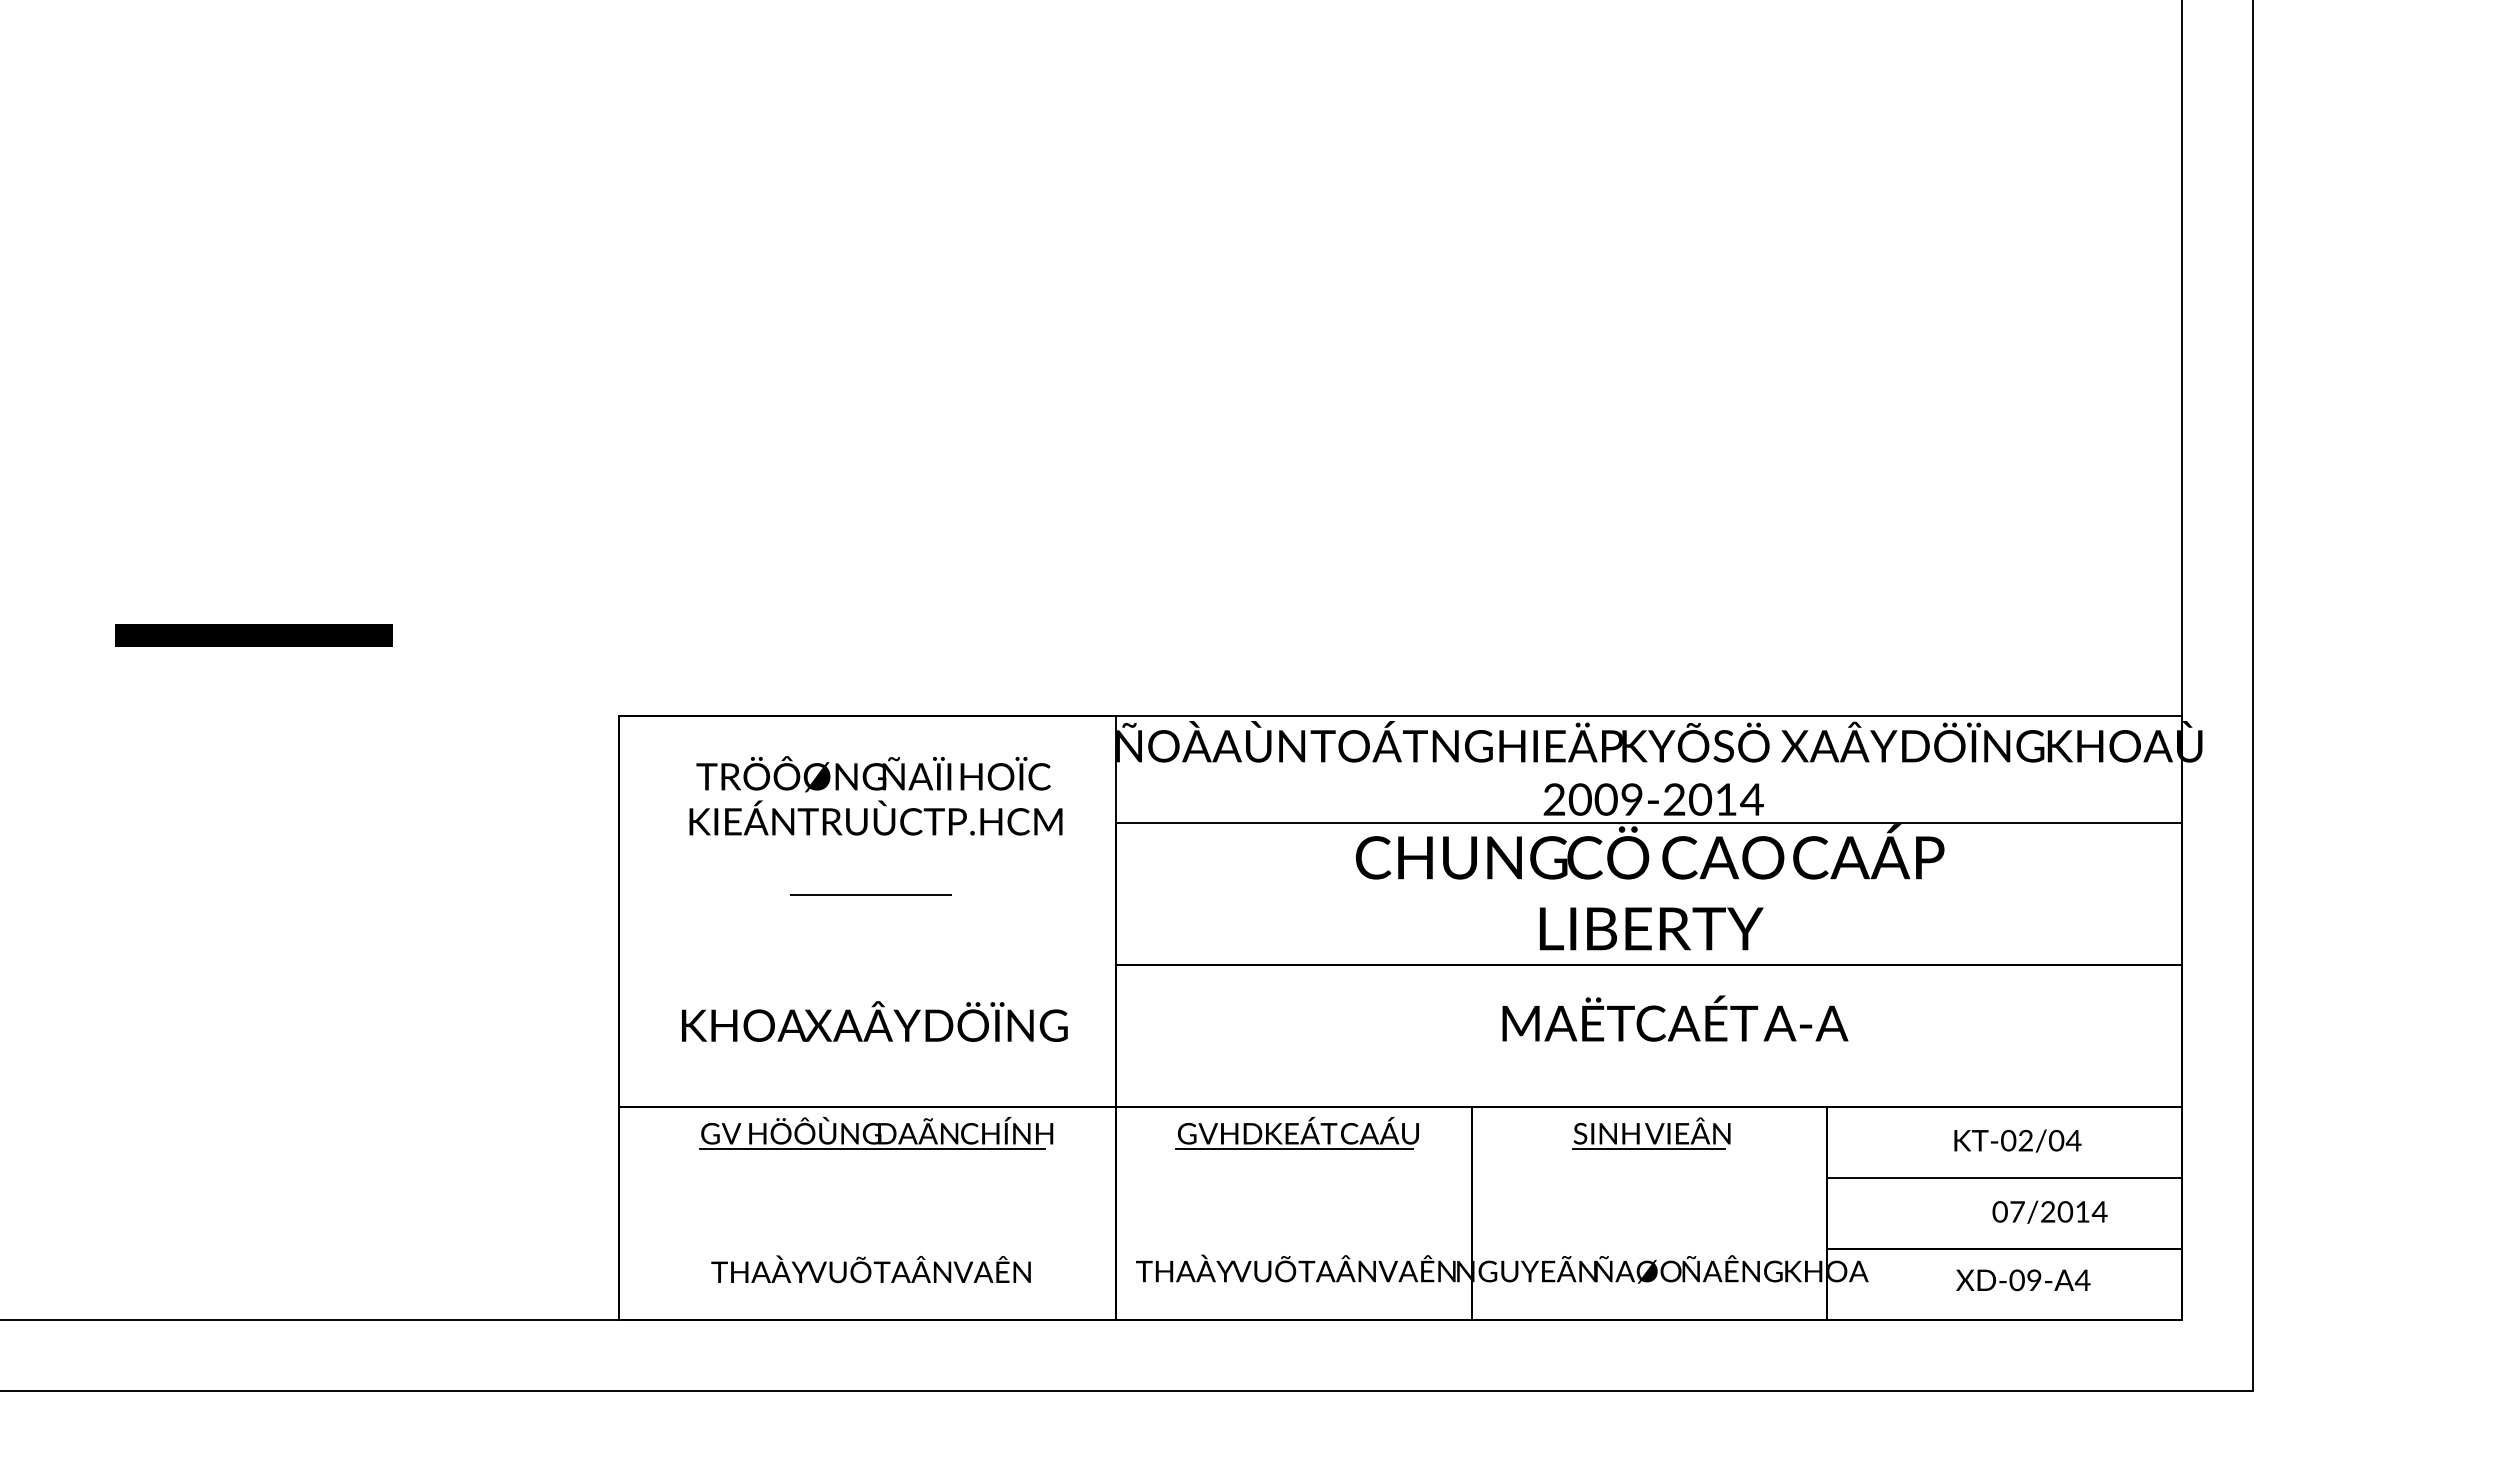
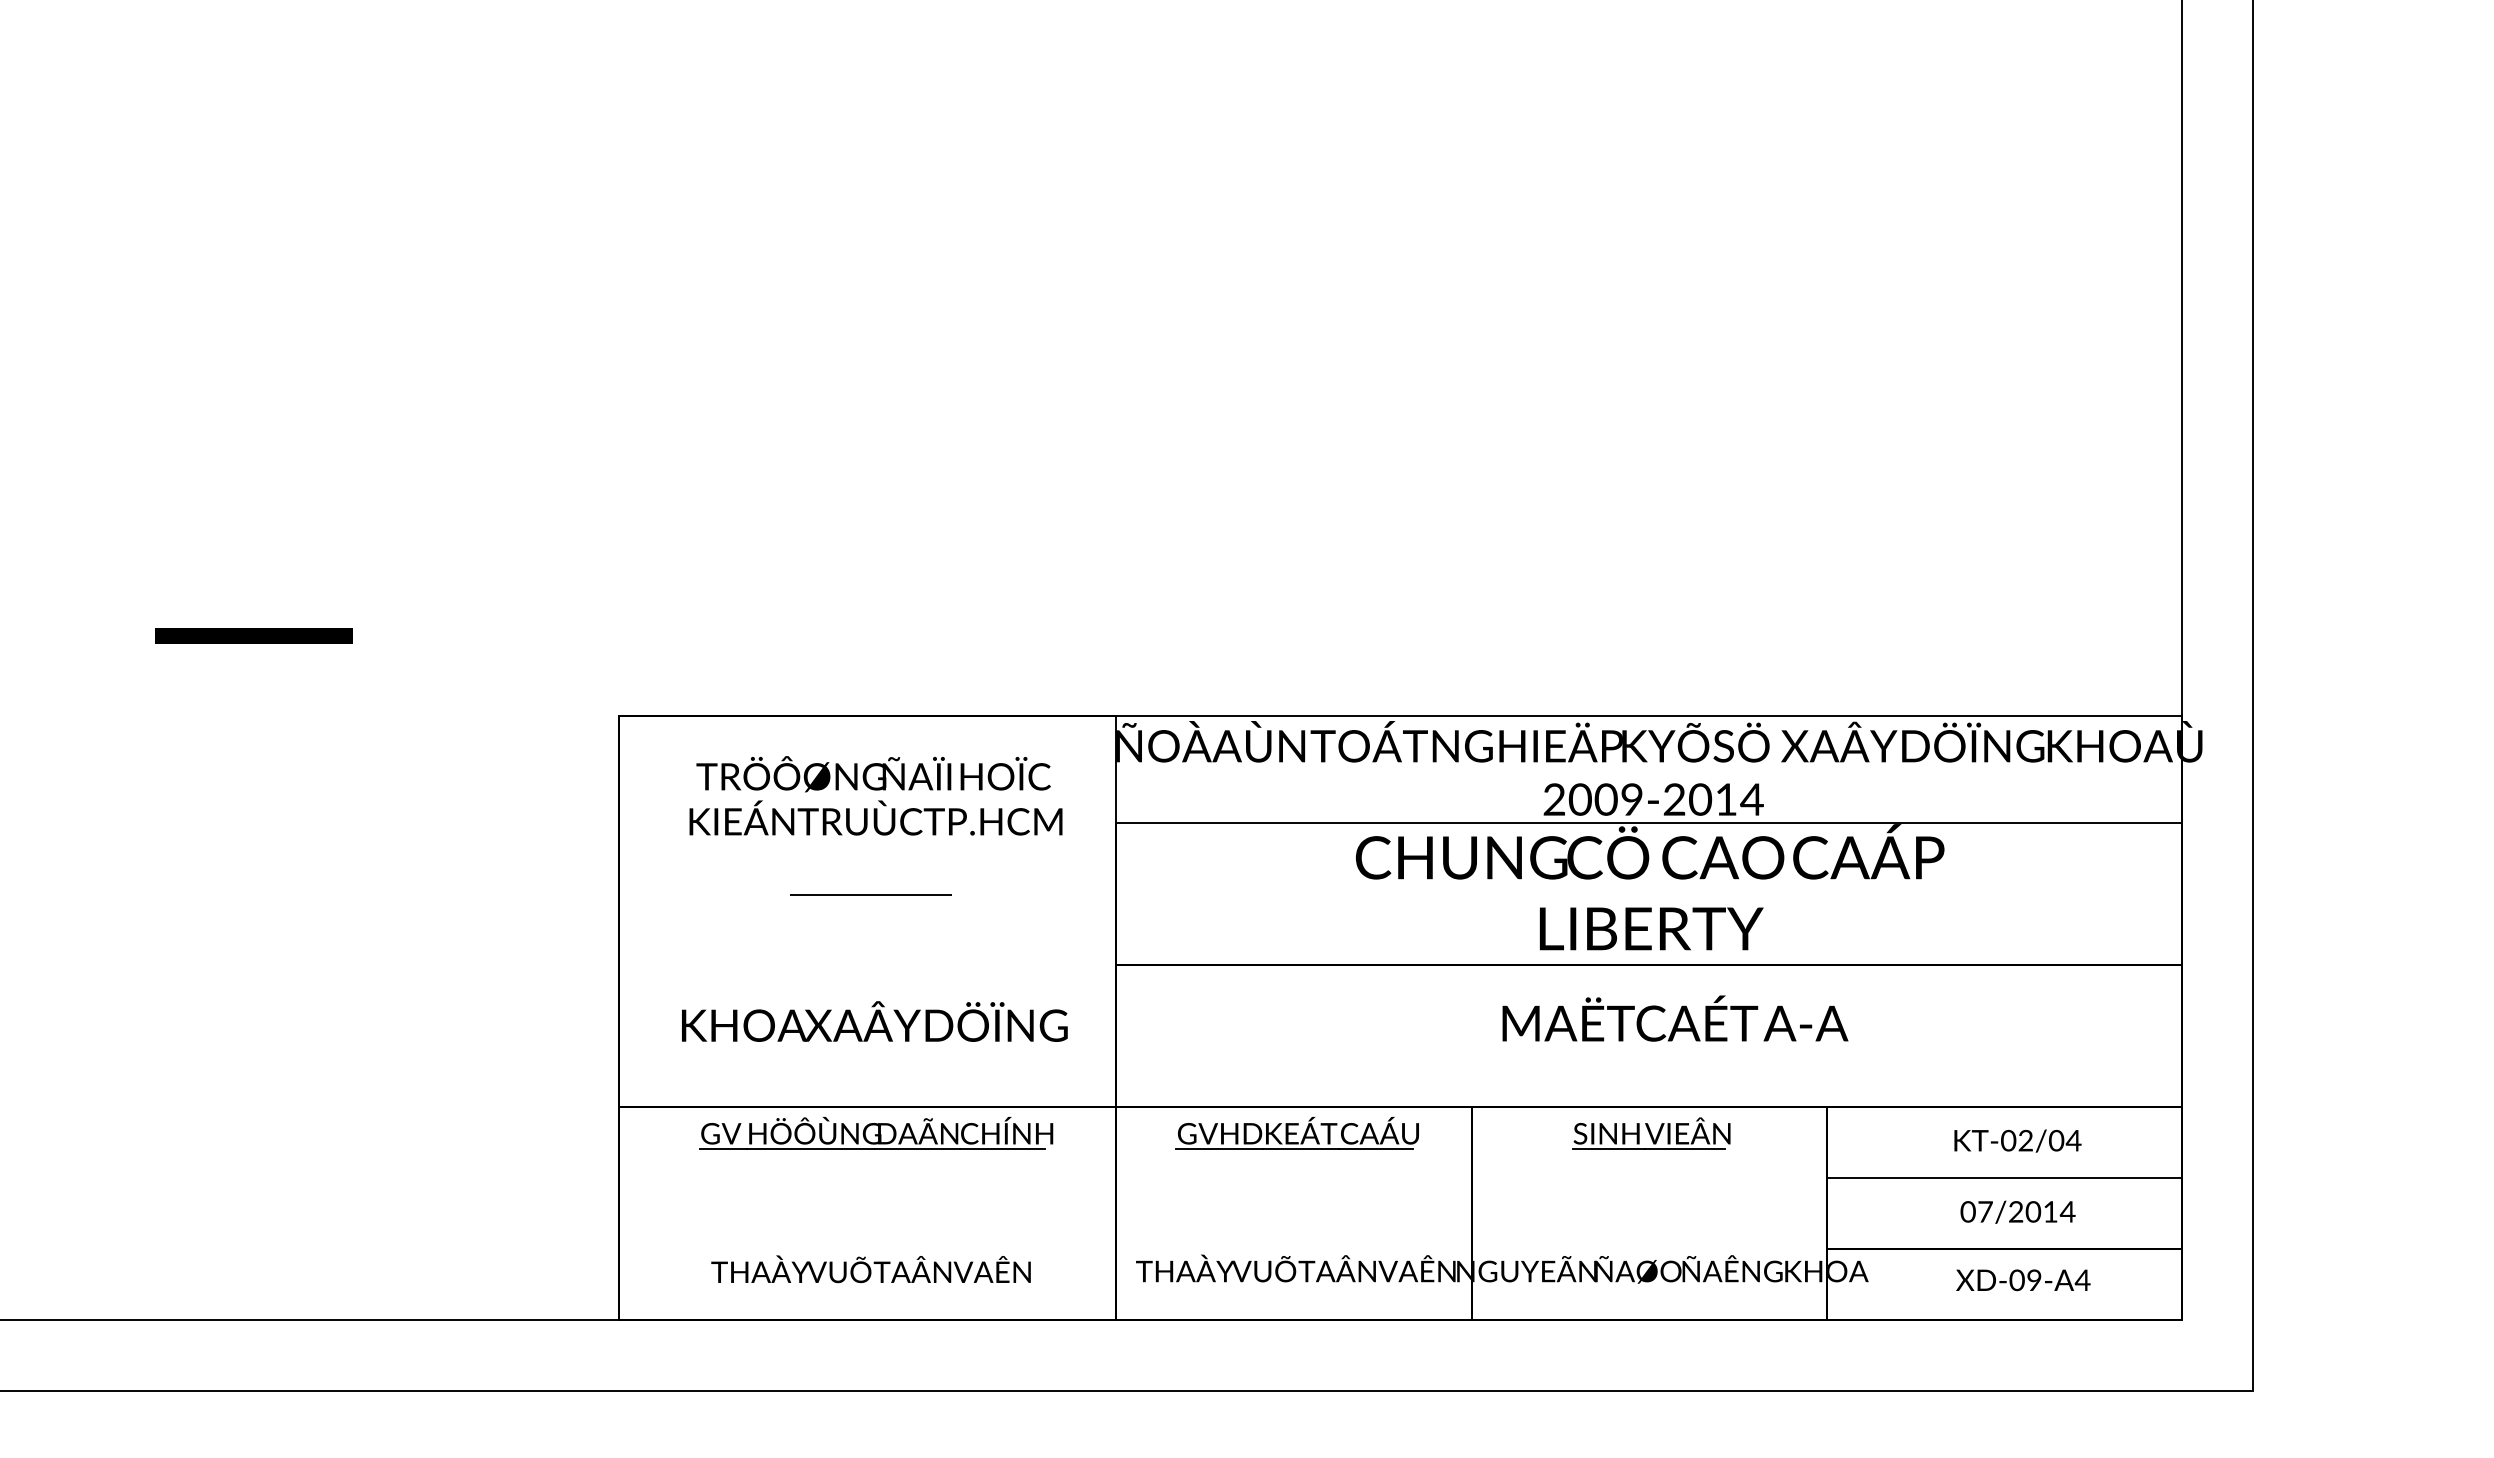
part at (253, 635) size: 278x23 px -> 198x16 px
text at (2049, 1211) position: (2049, 1211) -> (2017, 1211)
